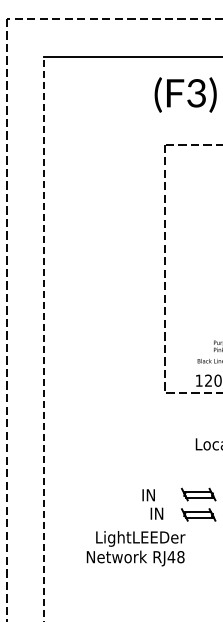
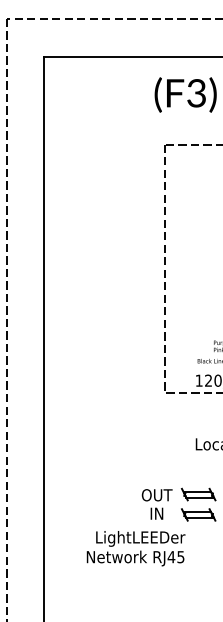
line at (43, 338): dashed -> solid
text at (156, 495): IN -> OUT
text at (180, 557): RJ48 -> RJ45
